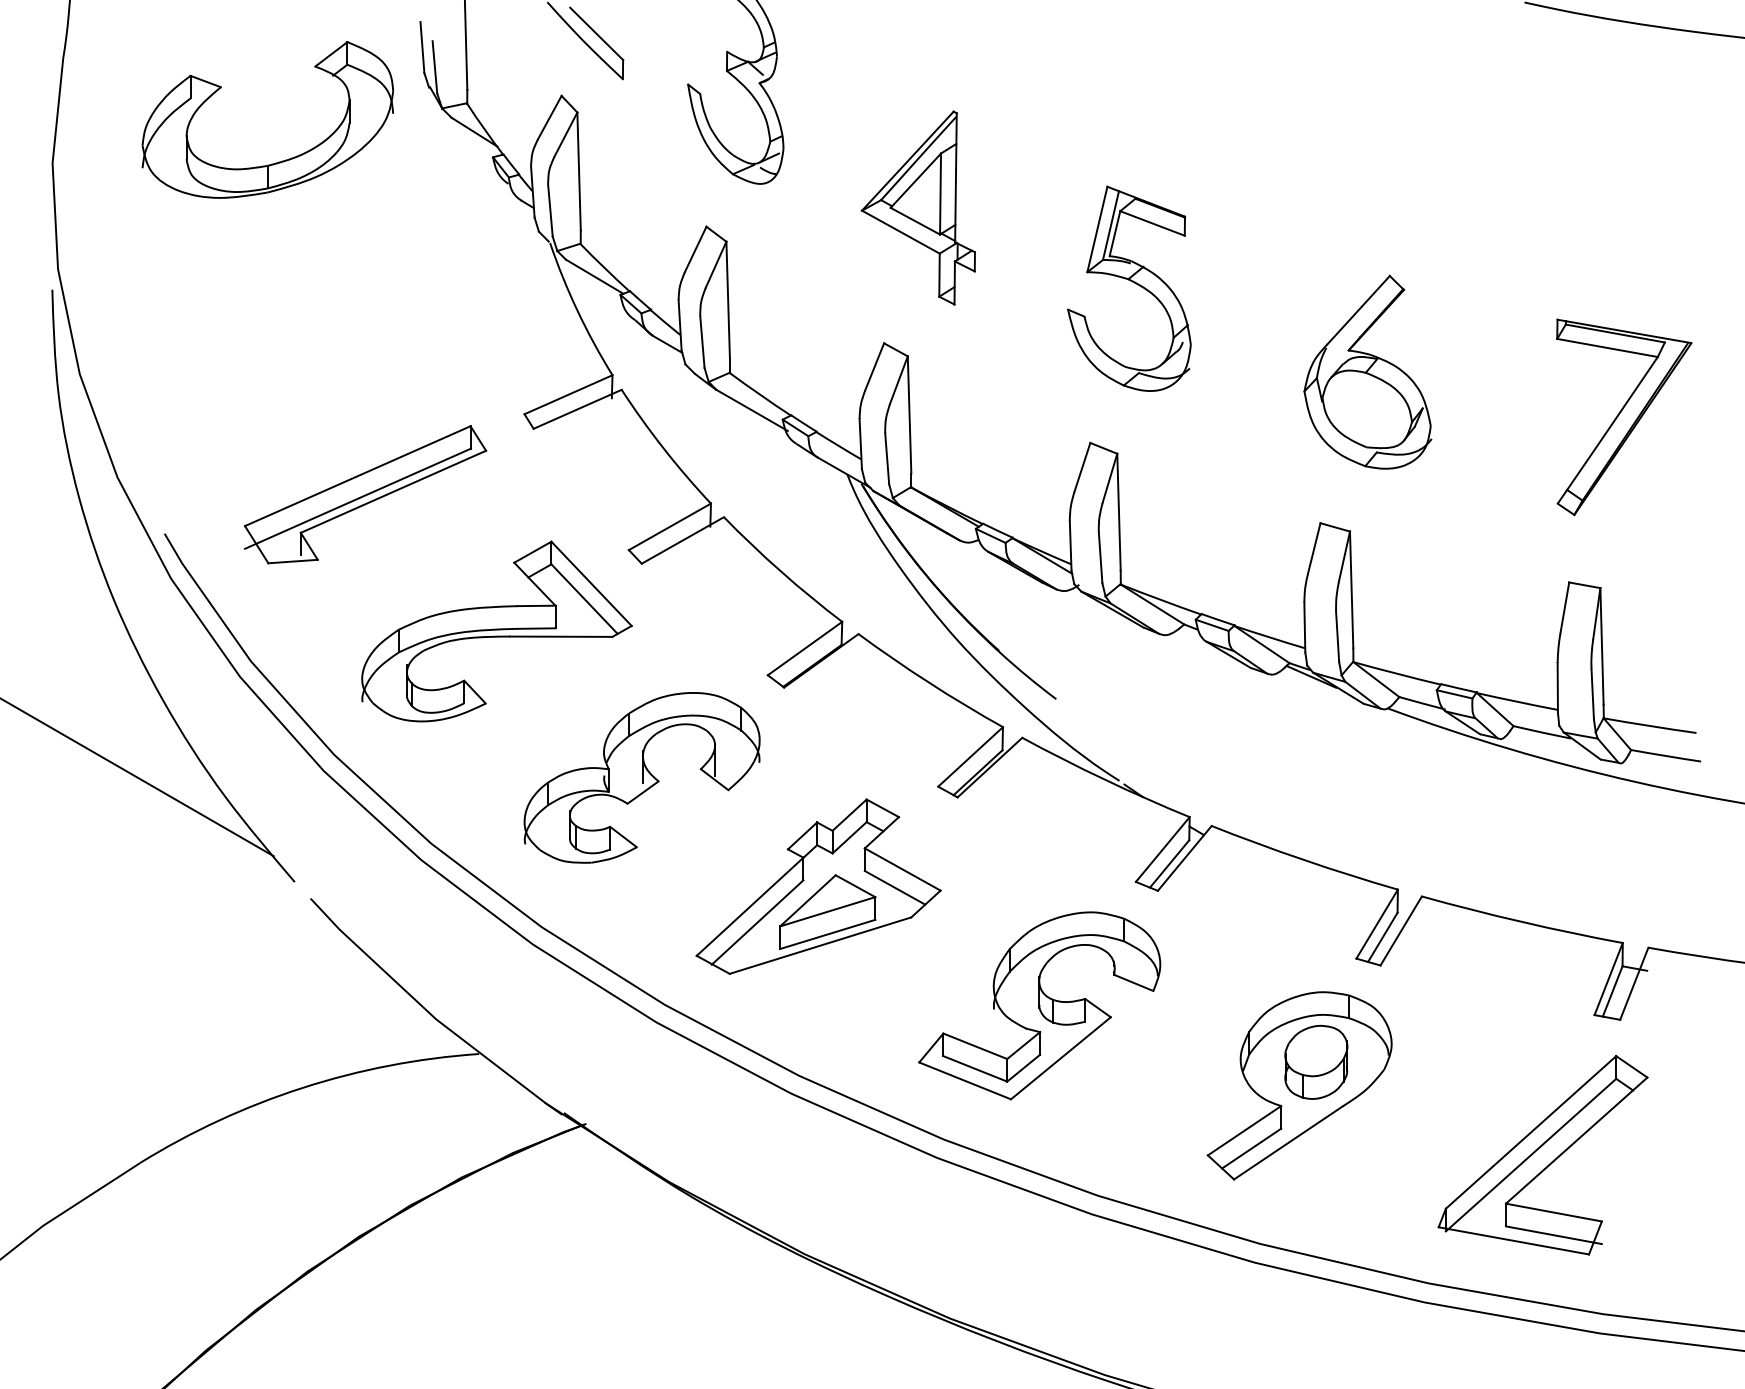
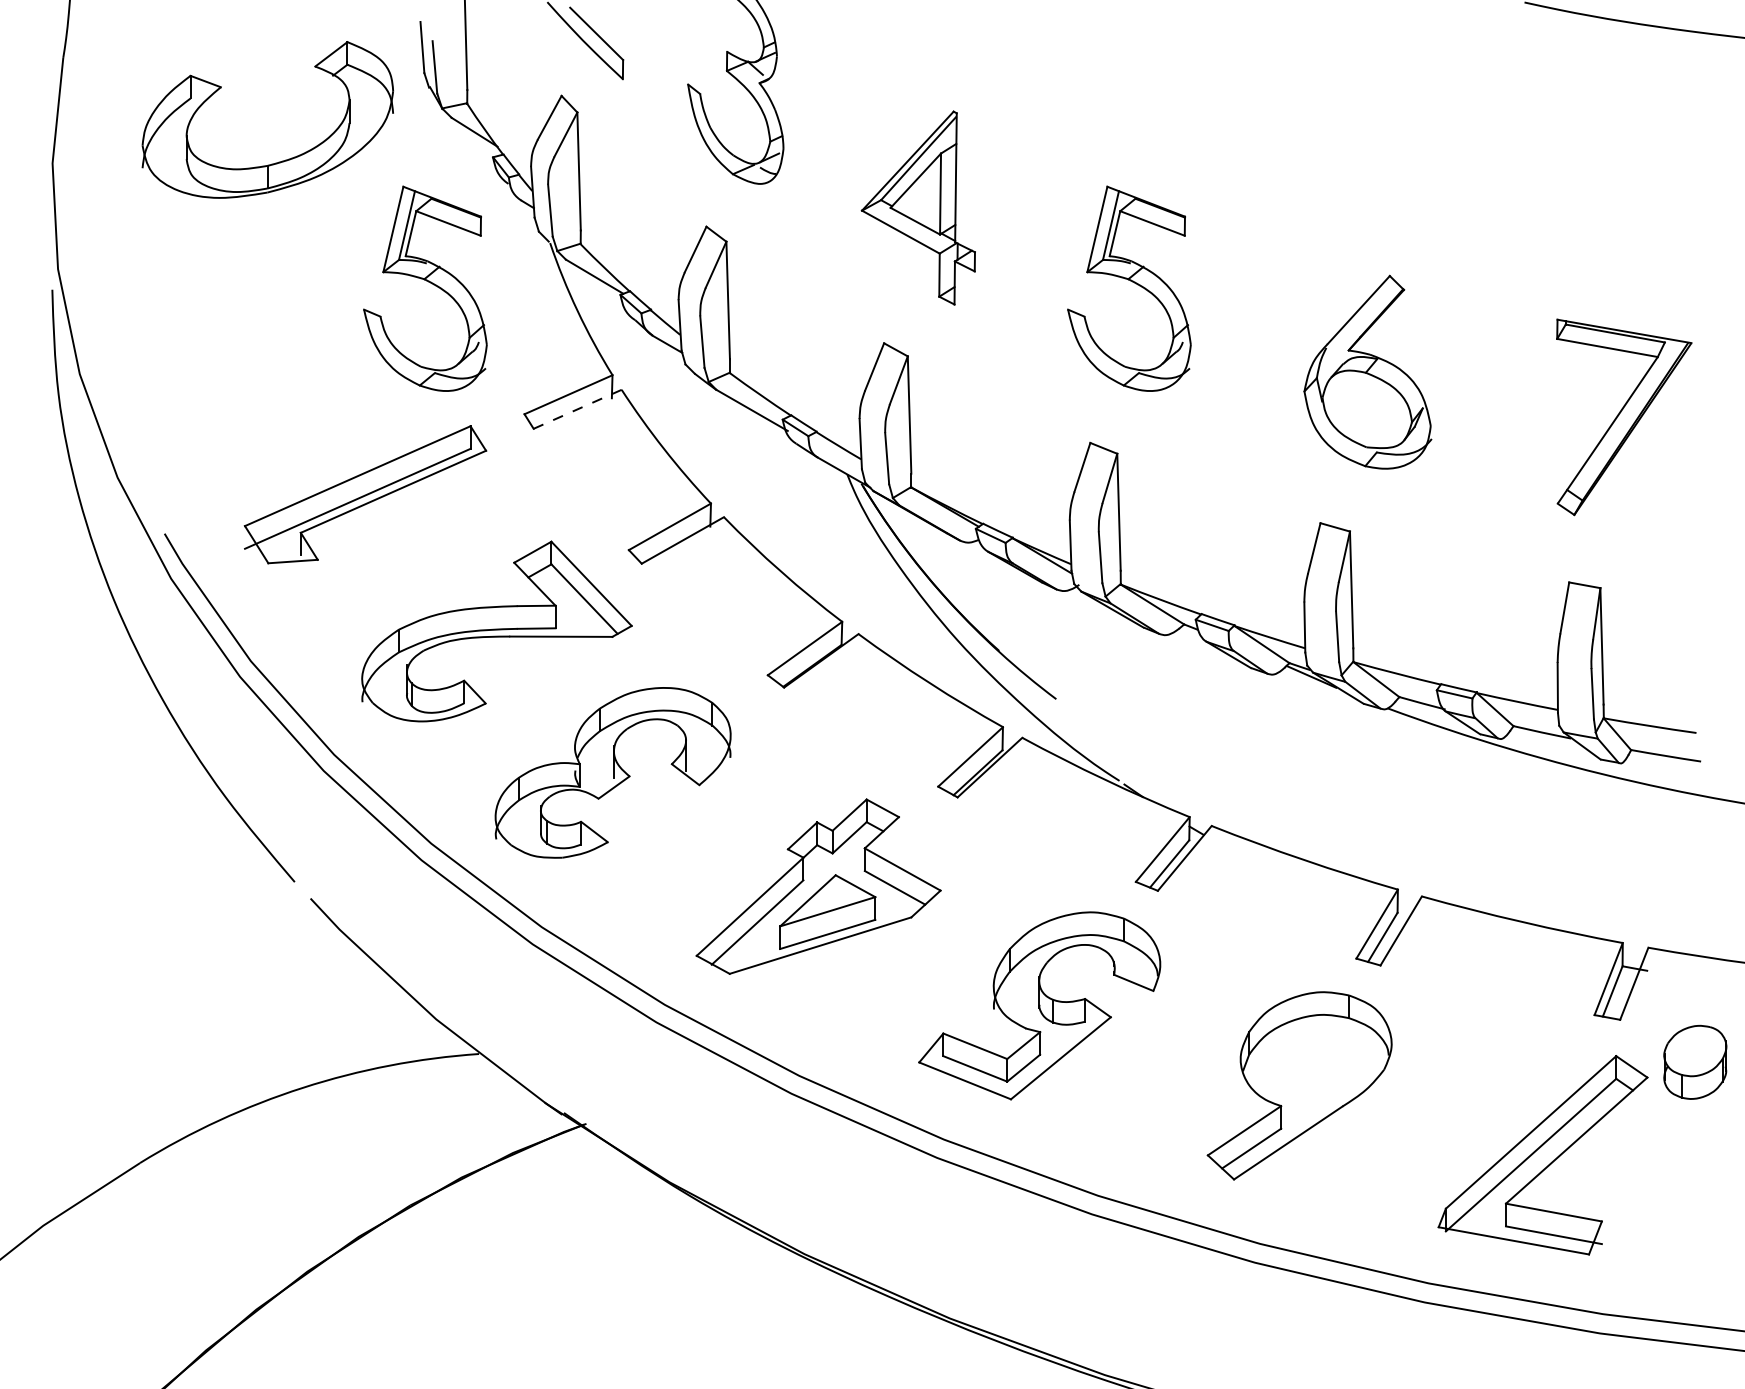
part at (428, 282): none -> present
line at (577, 409): solid -> dashed
line at (137, 777): present -> none
part at (641, 777) position: (641, 777) -> (612, 772)
part at (1316, 1061) position: (1316, 1061) -> (1695, 1061)
